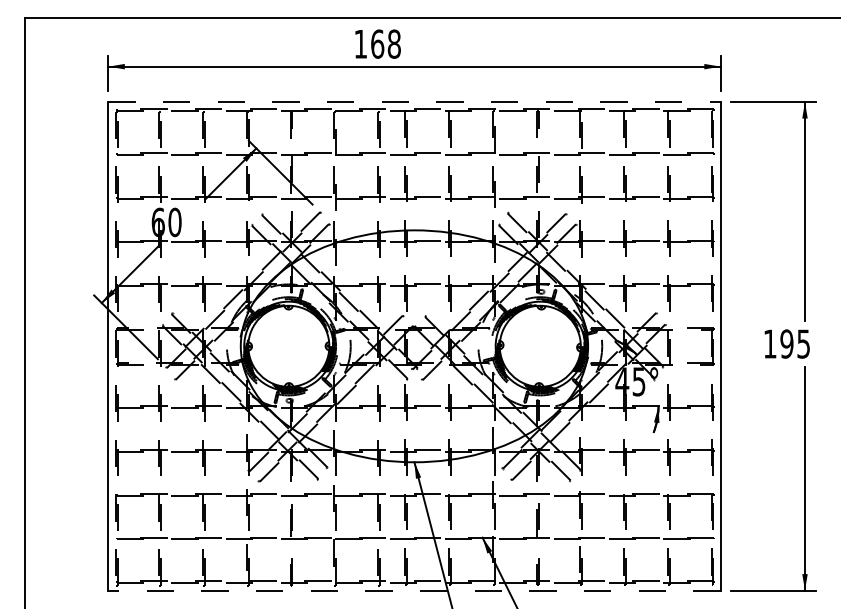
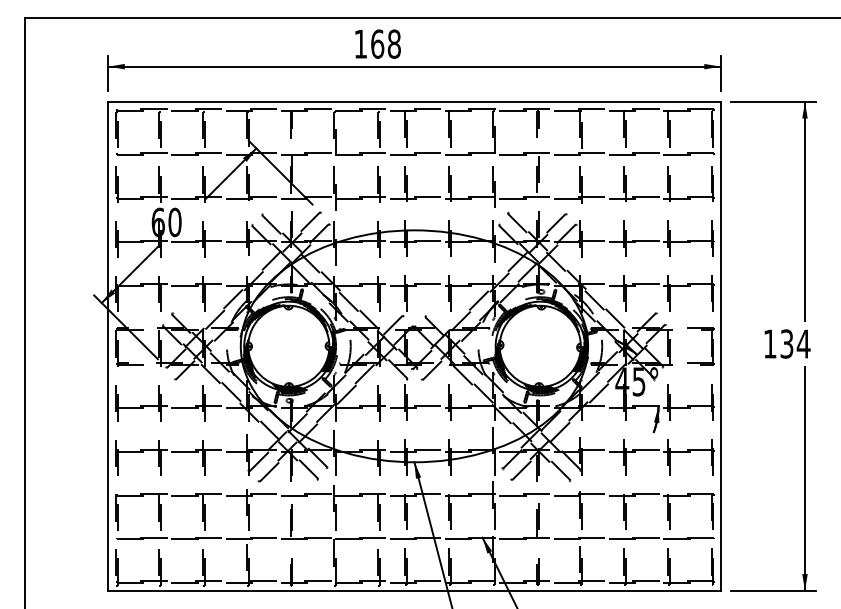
line at (415, 102): dashed -> solid
text at (795, 343): 195 -> 134
line at (414, 590): dashed -> solid
